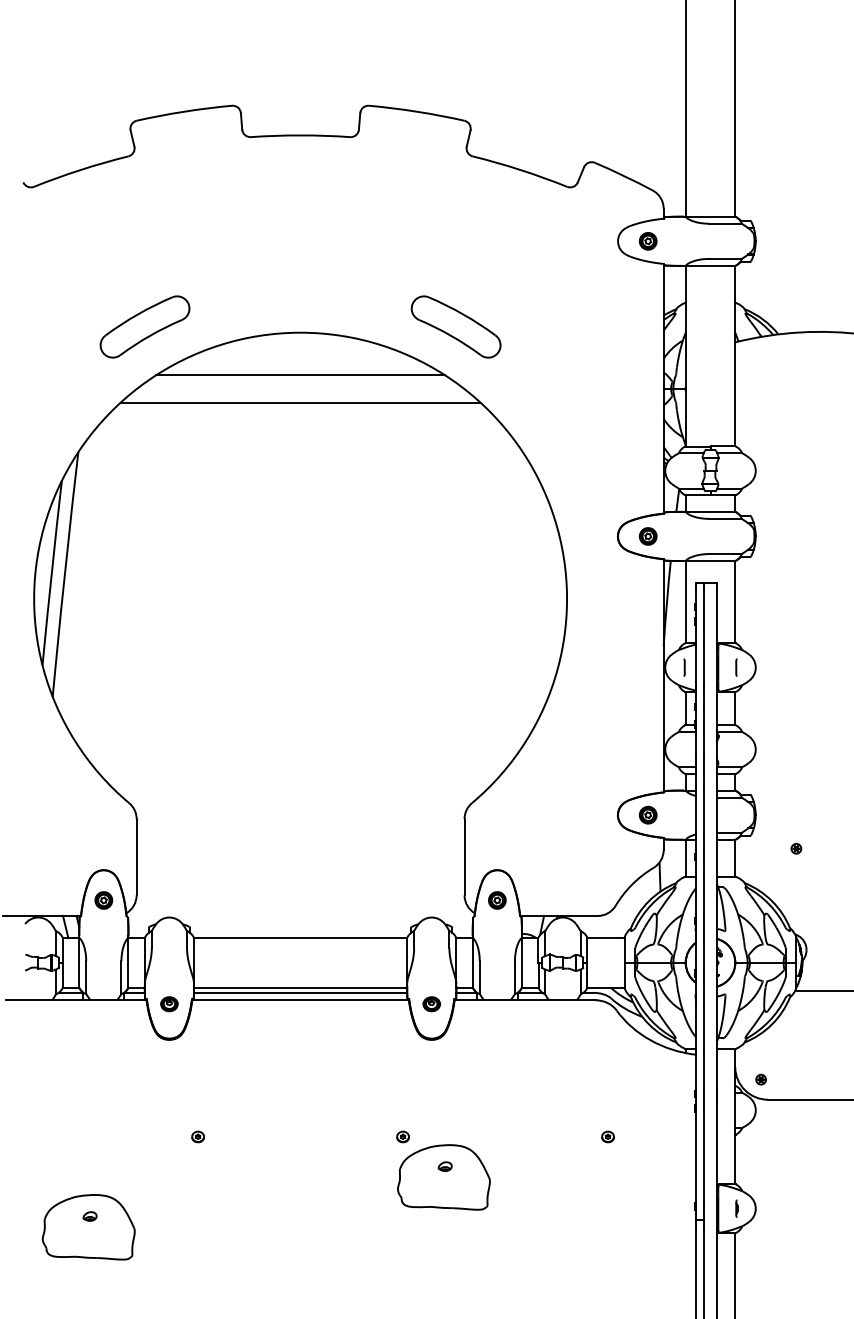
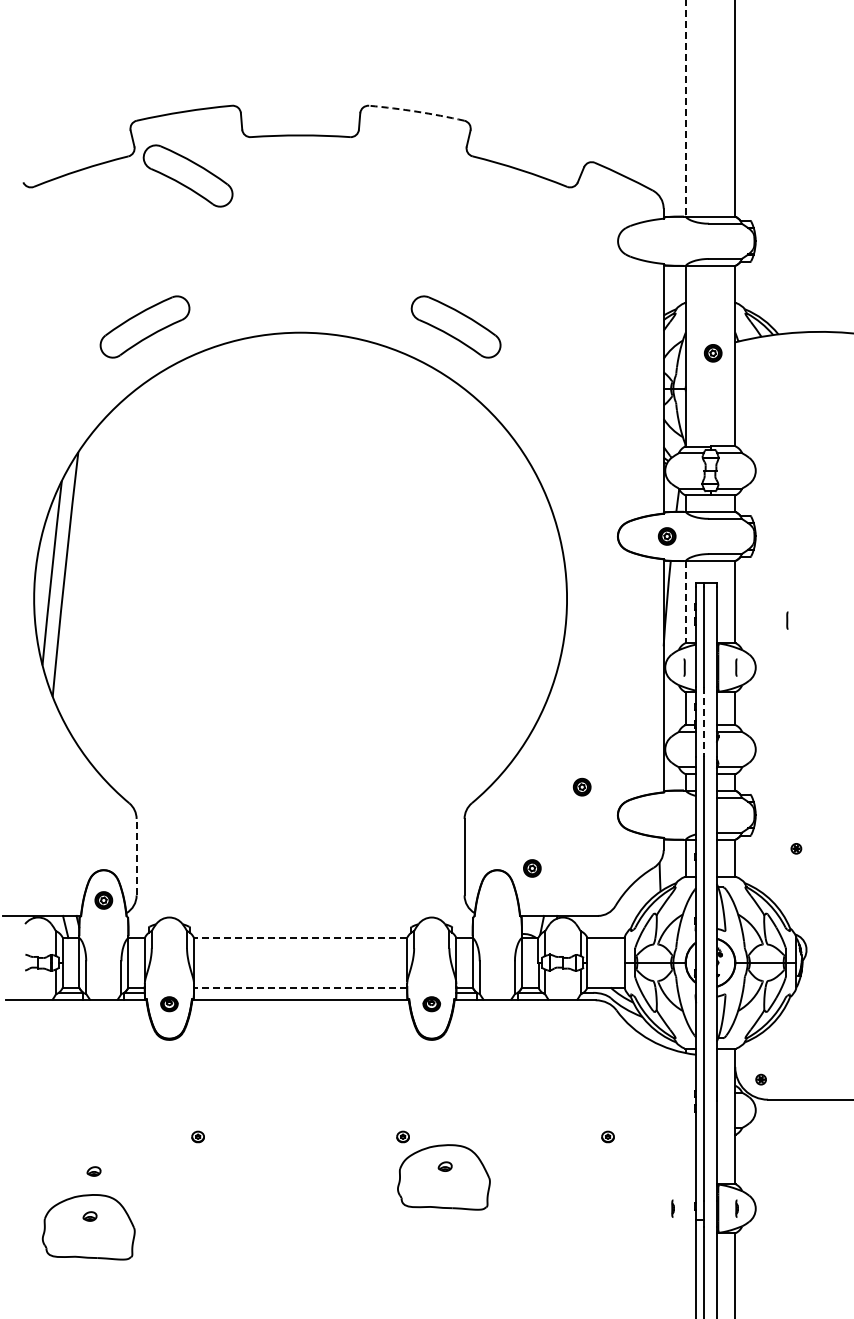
line at (685, 109): solid -> dashed
arc at (417, 111): solid -> dashed
part at (187, 175): none -> present
part at (647, 241) position: (647, 241) -> (712, 353)
line at (300, 375): present -> none
line at (300, 402): present -> none
part at (647, 536) position: (647, 536) -> (666, 536)
line at (685, 602): solid -> dashed
line at (787, 620): none -> present
line at (704, 722): solid -> dashed
part at (647, 814) position: (647, 814) -> (581, 786)
line at (136, 856): solid -> dashed
part at (497, 900) position: (497, 900) -> (532, 868)
line at (300, 938): solid -> dashed
line at (300, 987): solid -> dashed
line at (822, 991): present -> none
line at (300, 992): present -> none
part at (93, 1171): none -> present
line at (672, 1208): none -> present
